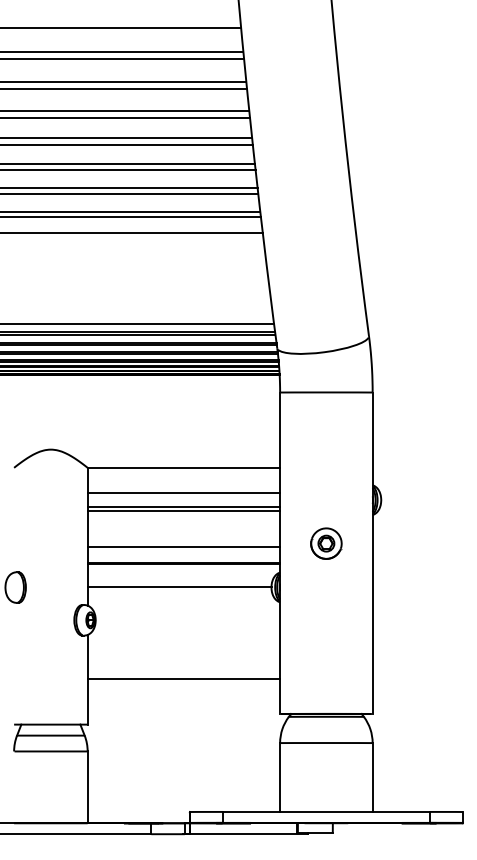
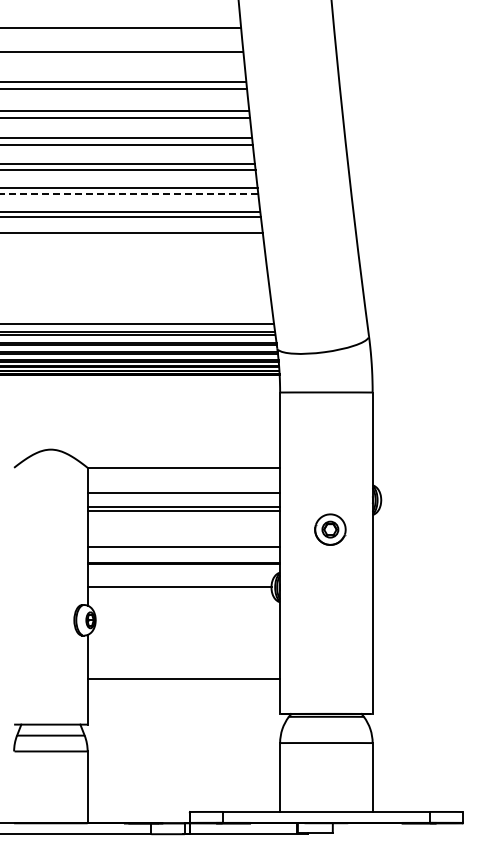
line at (123, 59): present -> none
line at (129, 194): solid -> dashed
part at (326, 543) position: (326, 543) -> (330, 529)
part at (15, 587): present -> none
